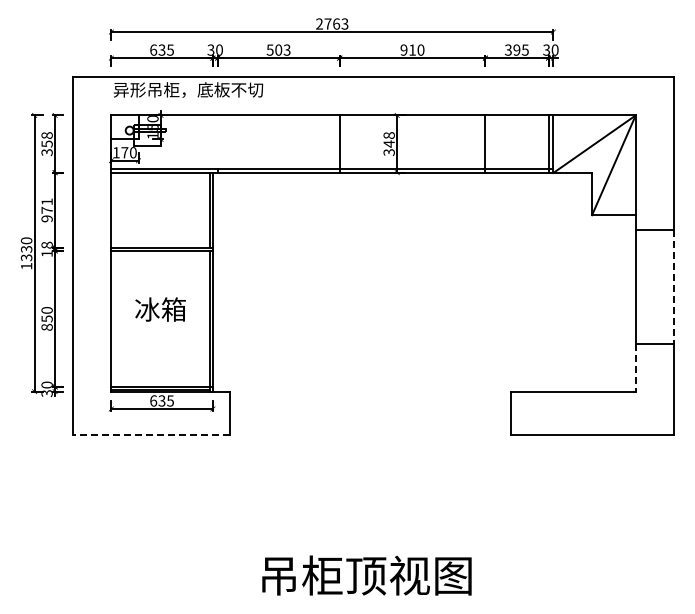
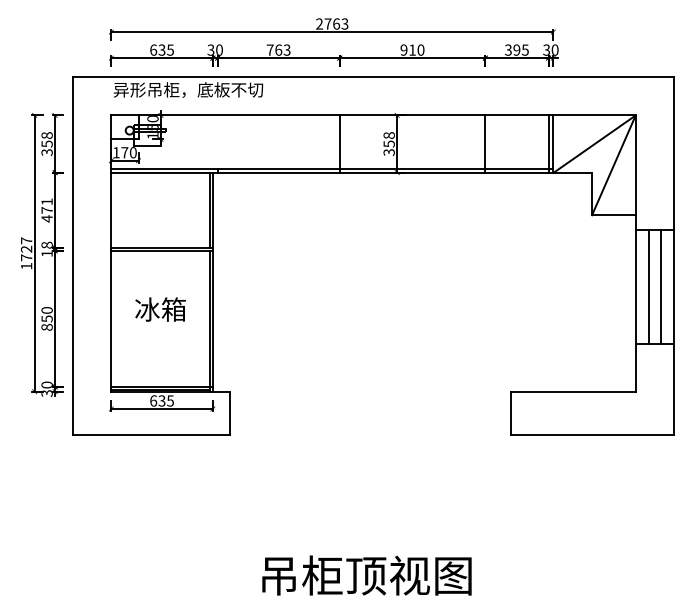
text at (274, 49): 503 -> 763
text at (388, 143): 348 -> 358
text at (46, 218): 971 -> 471
text at (26, 249): 1330 -> 1727
line at (648, 286): none -> present
line at (661, 286): none -> present
line at (674, 286): dashed -> solid
line at (635, 368): dashed -> solid
line at (150, 435): dashed -> solid
